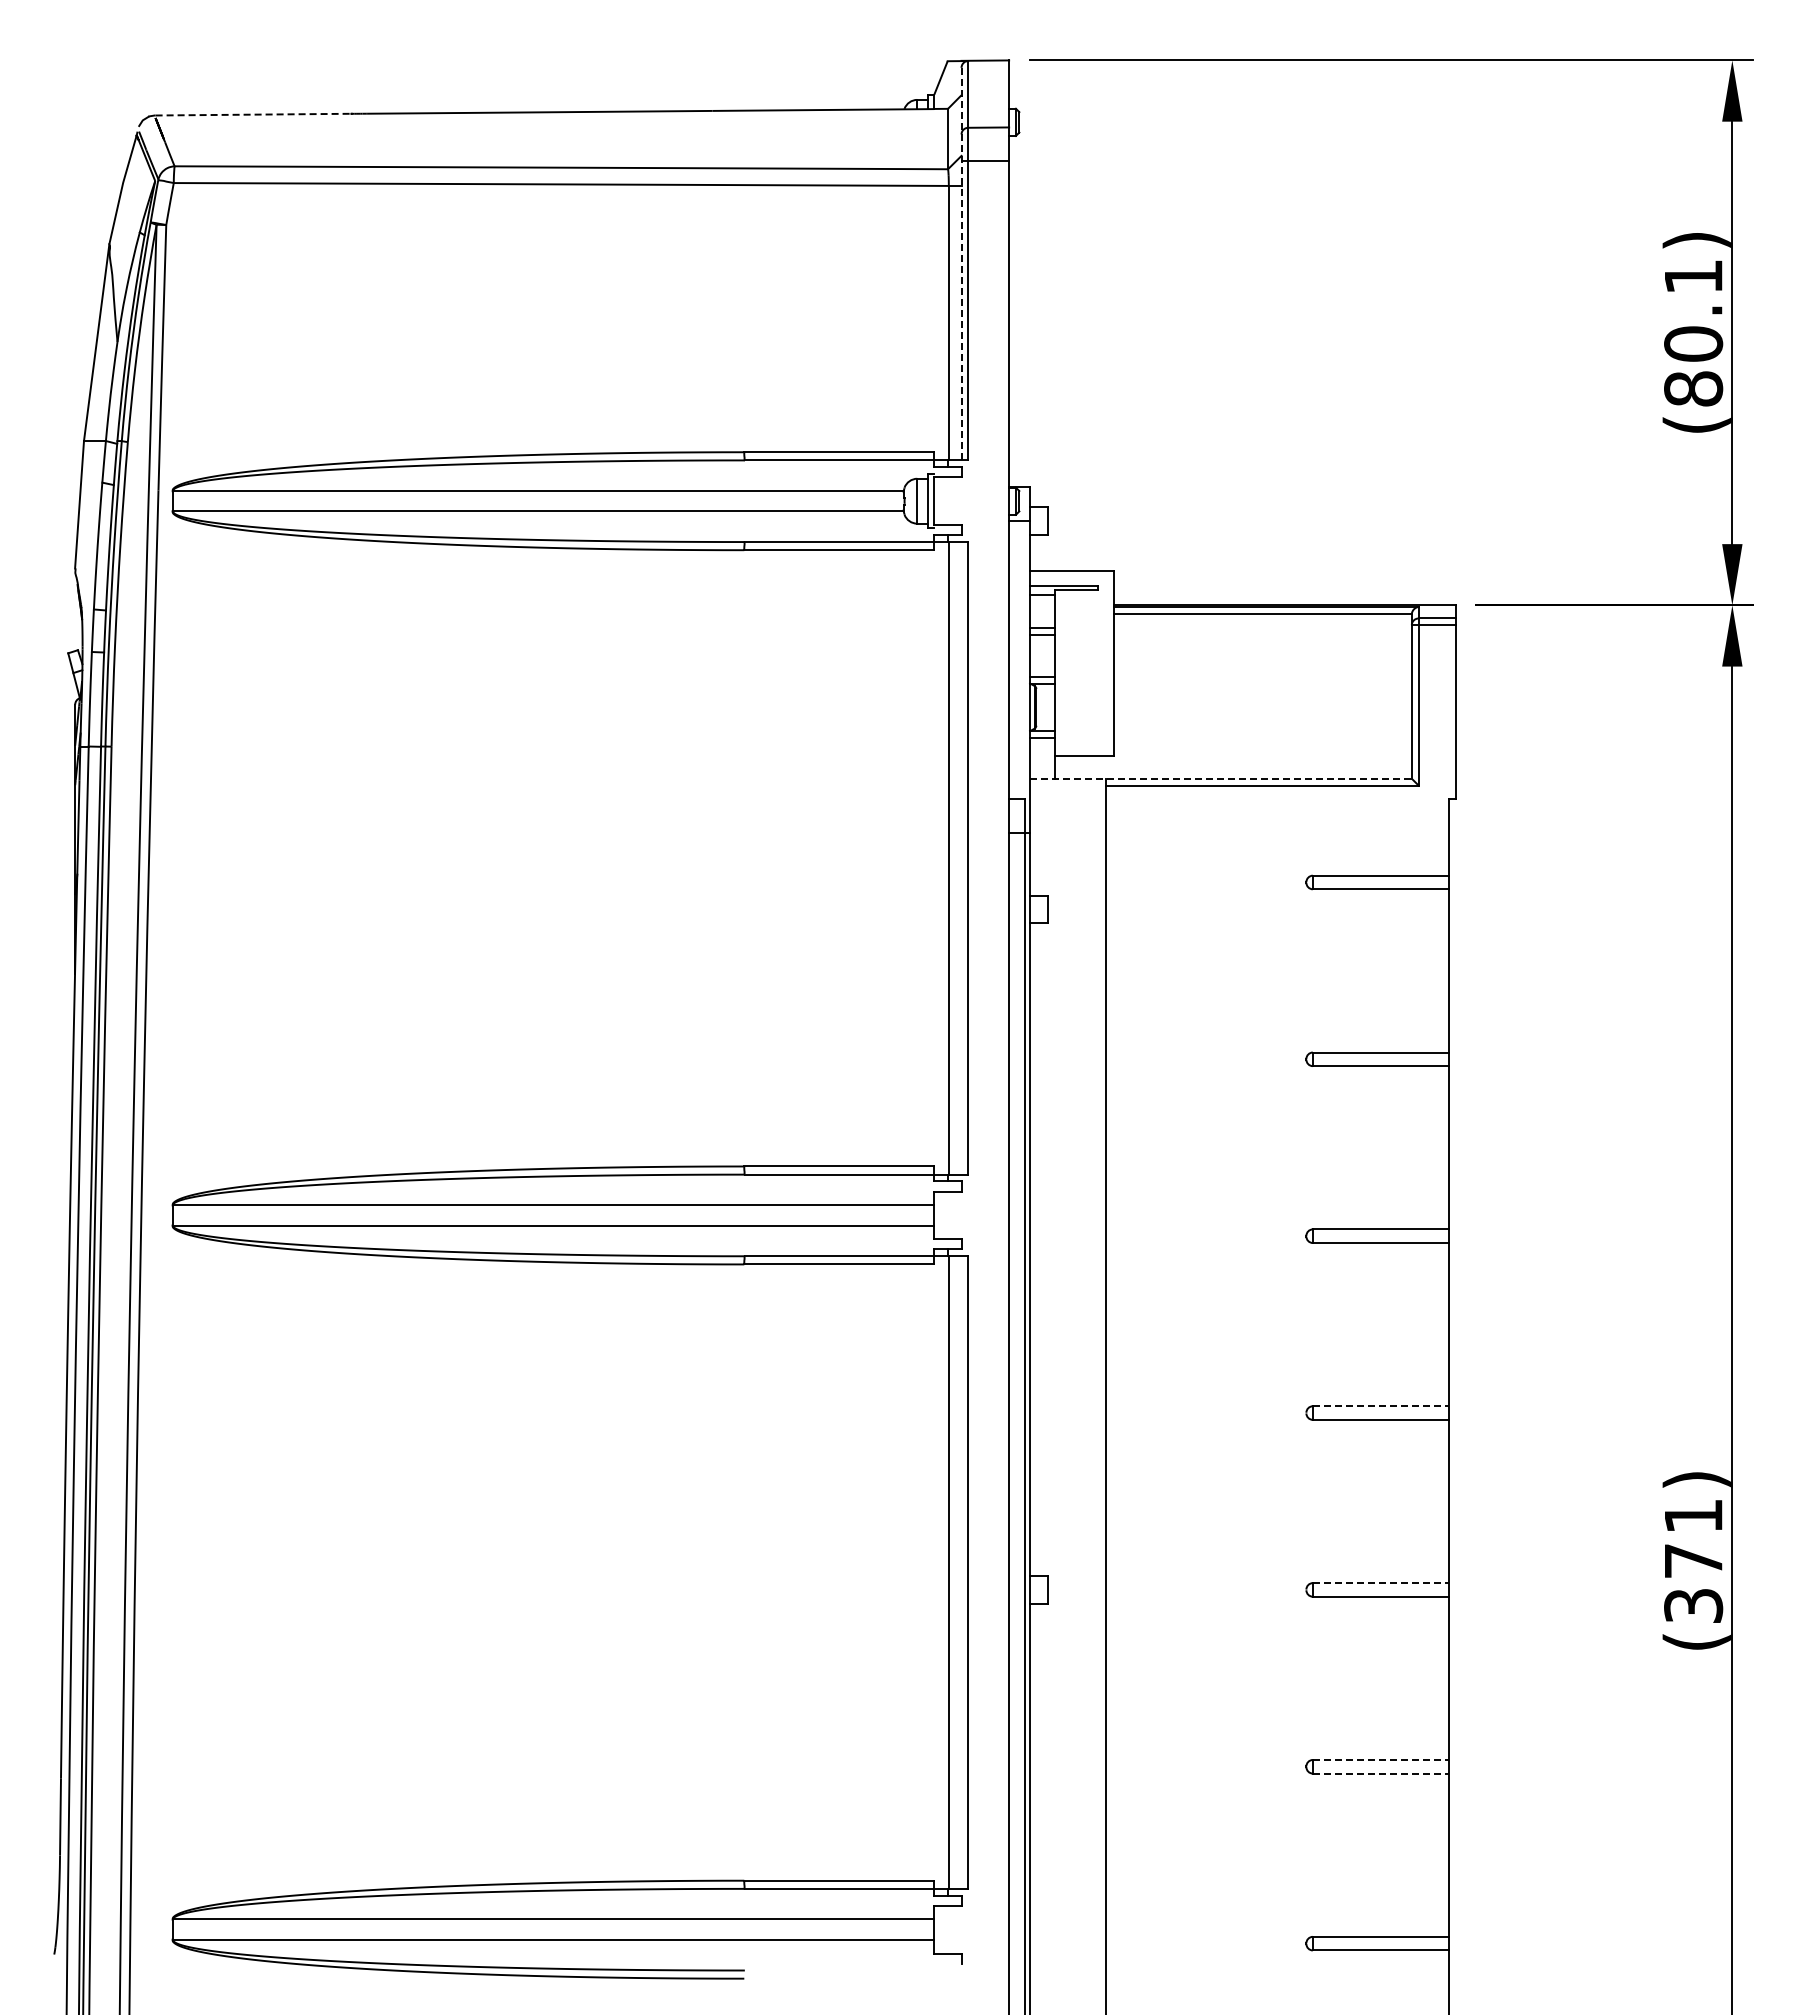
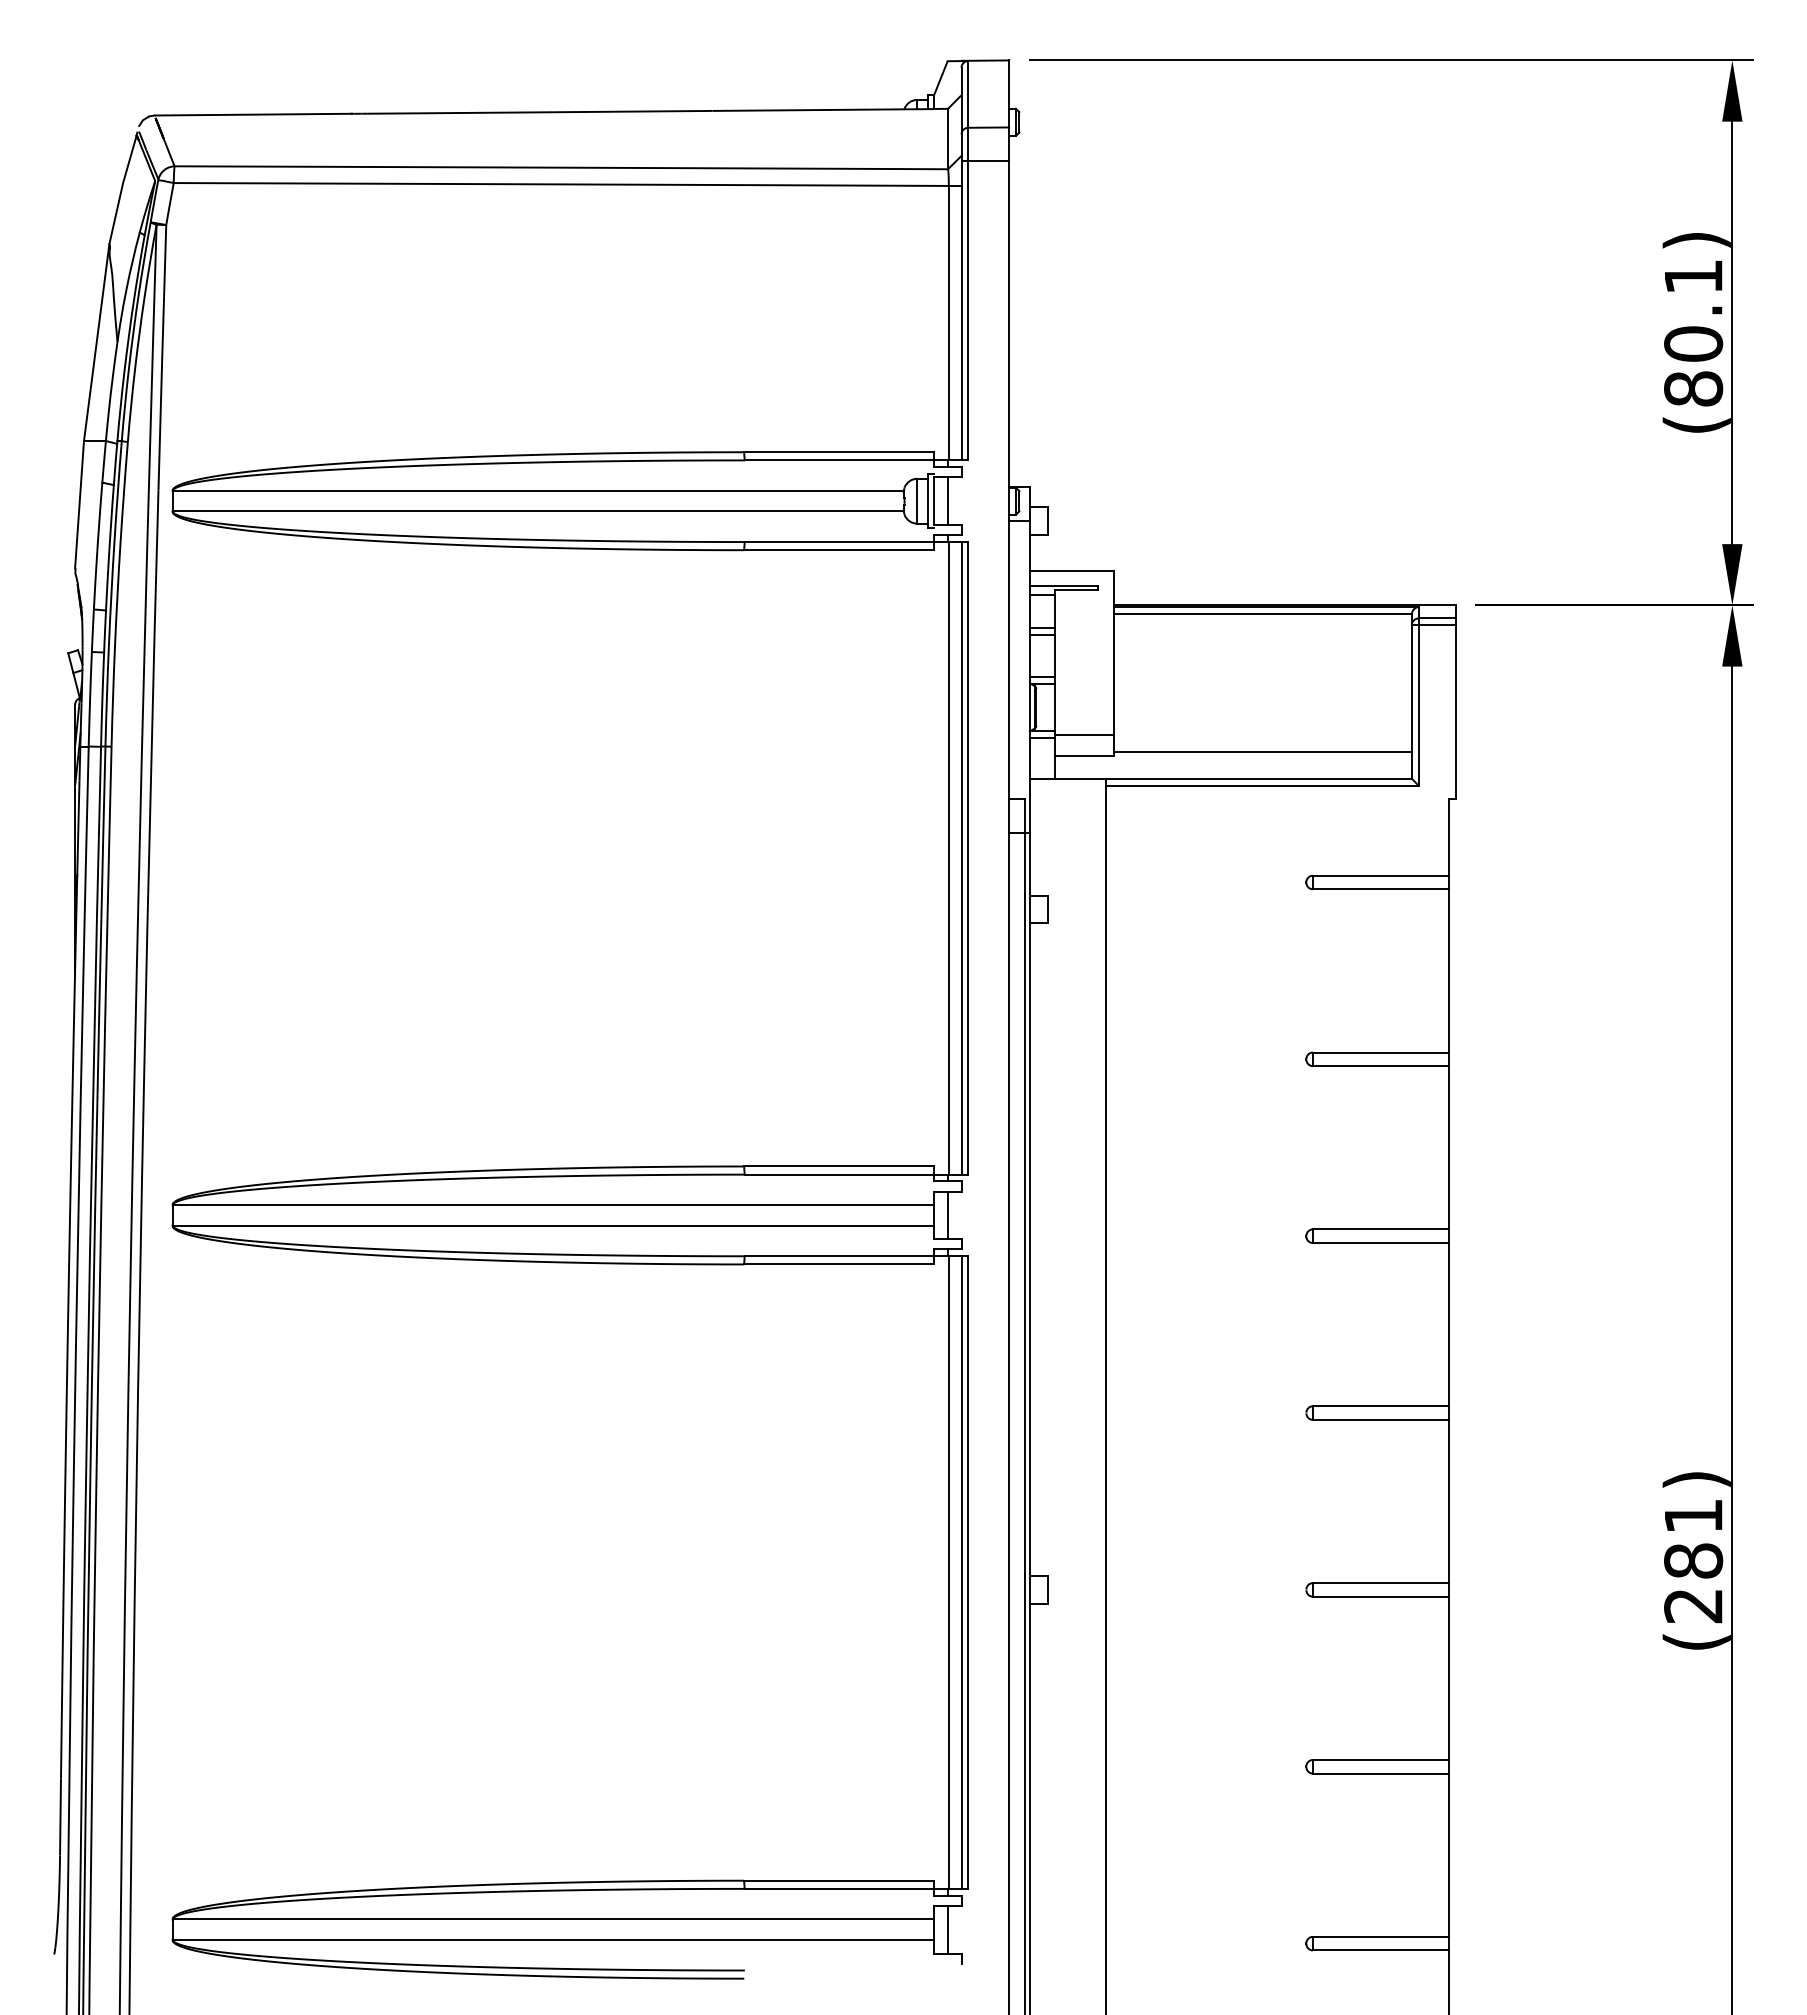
line at (253, 114): dashed -> solid
line at (961, 263): dashed -> solid
line at (947, 501): none -> present
line at (1083, 735): none -> present
line at (1262, 751): none -> present
line at (1221, 778): dashed -> solid
line at (961, 858): none -> present
line at (947, 1215): none -> present
line at (1381, 1406): dashed -> solid
line at (961, 1572): none -> present
line at (1381, 1583): dashed -> solid
text at (1693, 1583): (371) -> (281)
line at (1381, 1759): dashed -> solid
line at (1381, 1773): dashed -> solid
line at (947, 1929): none -> present
